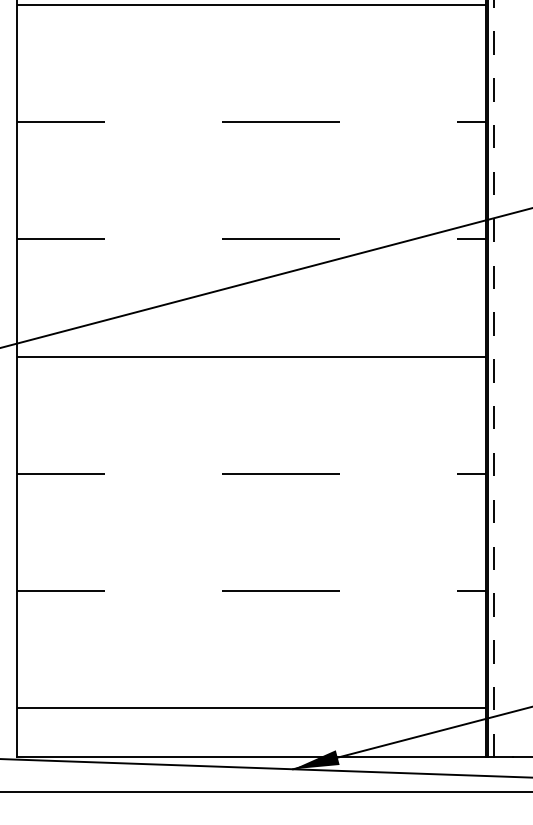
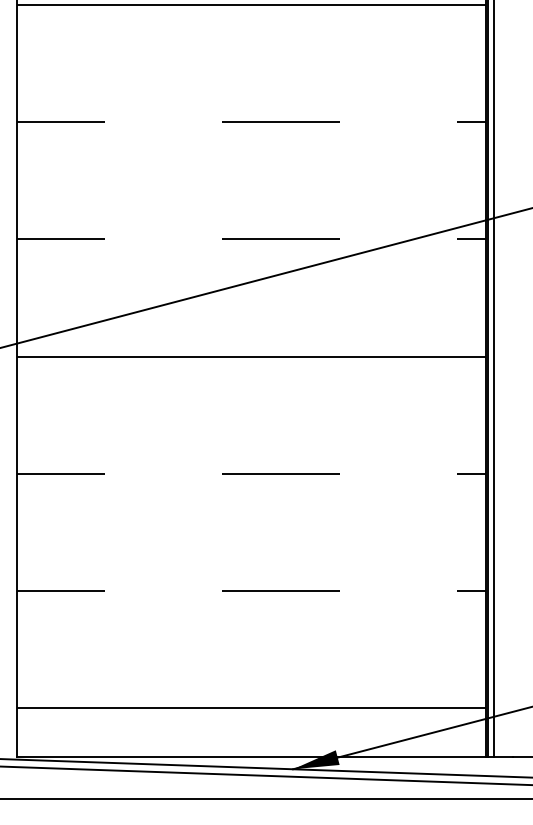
line at (494, 378): dashed -> solid
line at (265, 775): none -> present
line at (265, 792) position: (265, 792) -> (265, 799)
